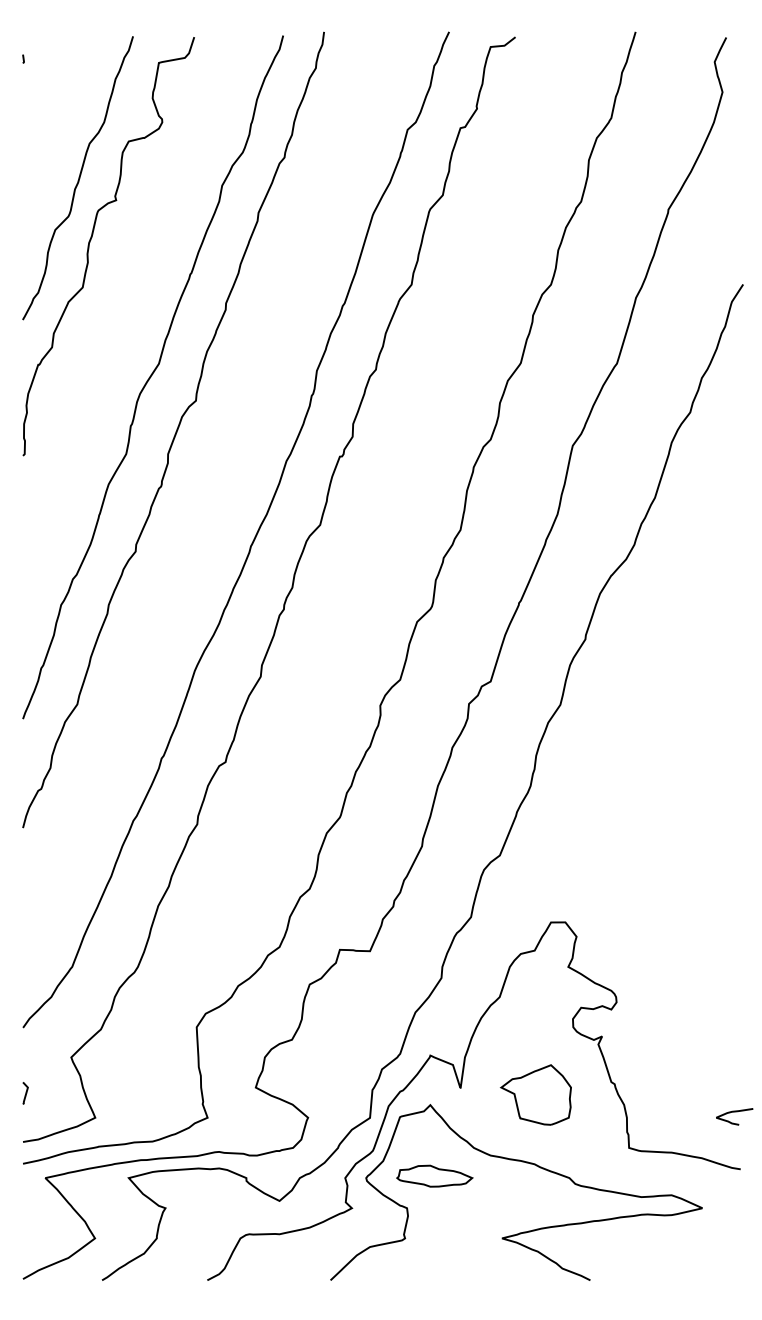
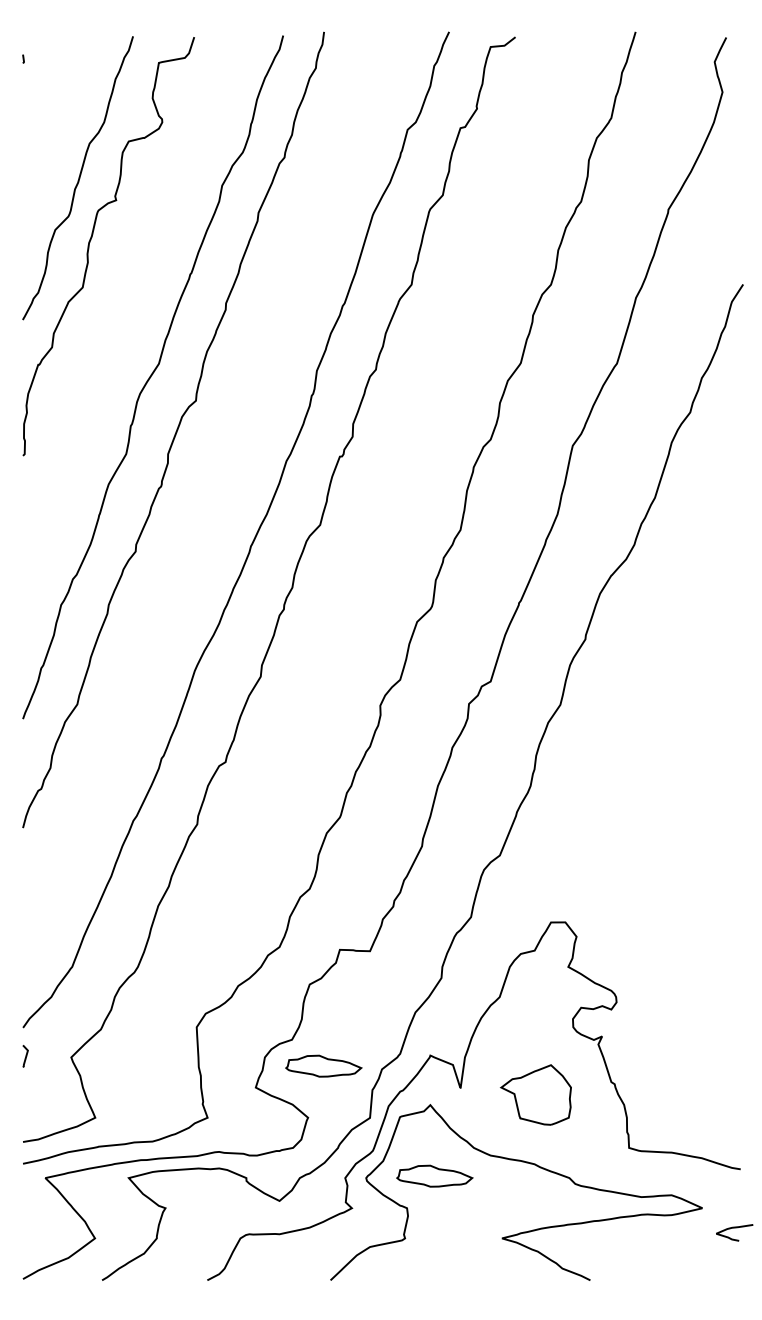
part at (323, 1065): none -> present
line at (25, 1093) position: (25, 1093) -> (25, 1056)
curve at (734, 1112) position: (734, 1112) -> (734, 1228)
